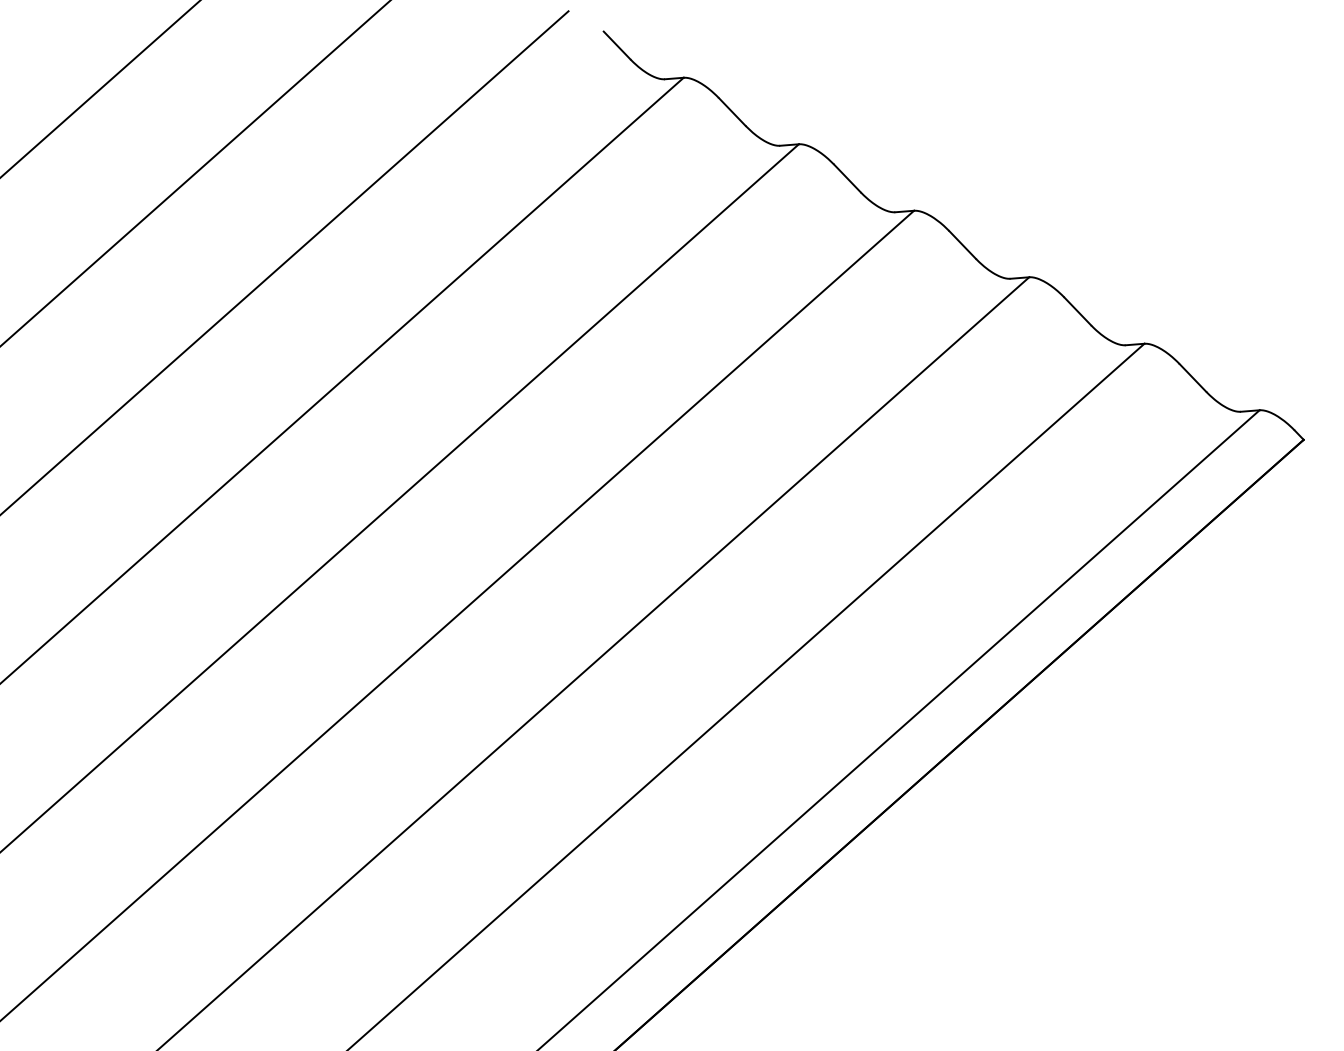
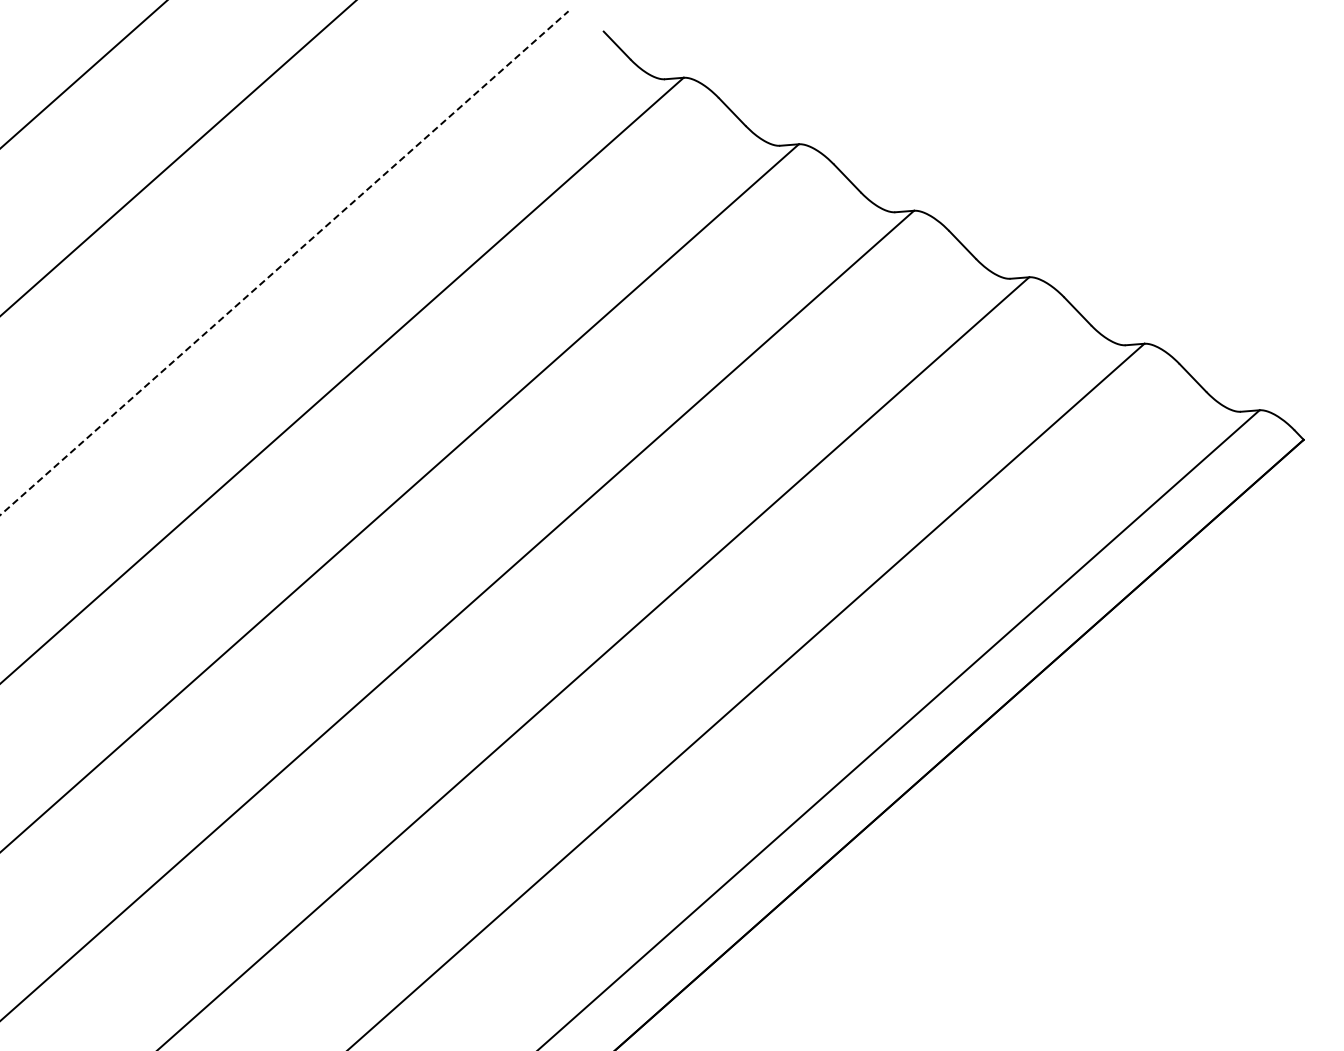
line at (100, 89) position: (100, 89) -> (83, 74)
line at (195, 173) position: (195, 173) -> (178, 158)
line at (284, 262): solid -> dashed
